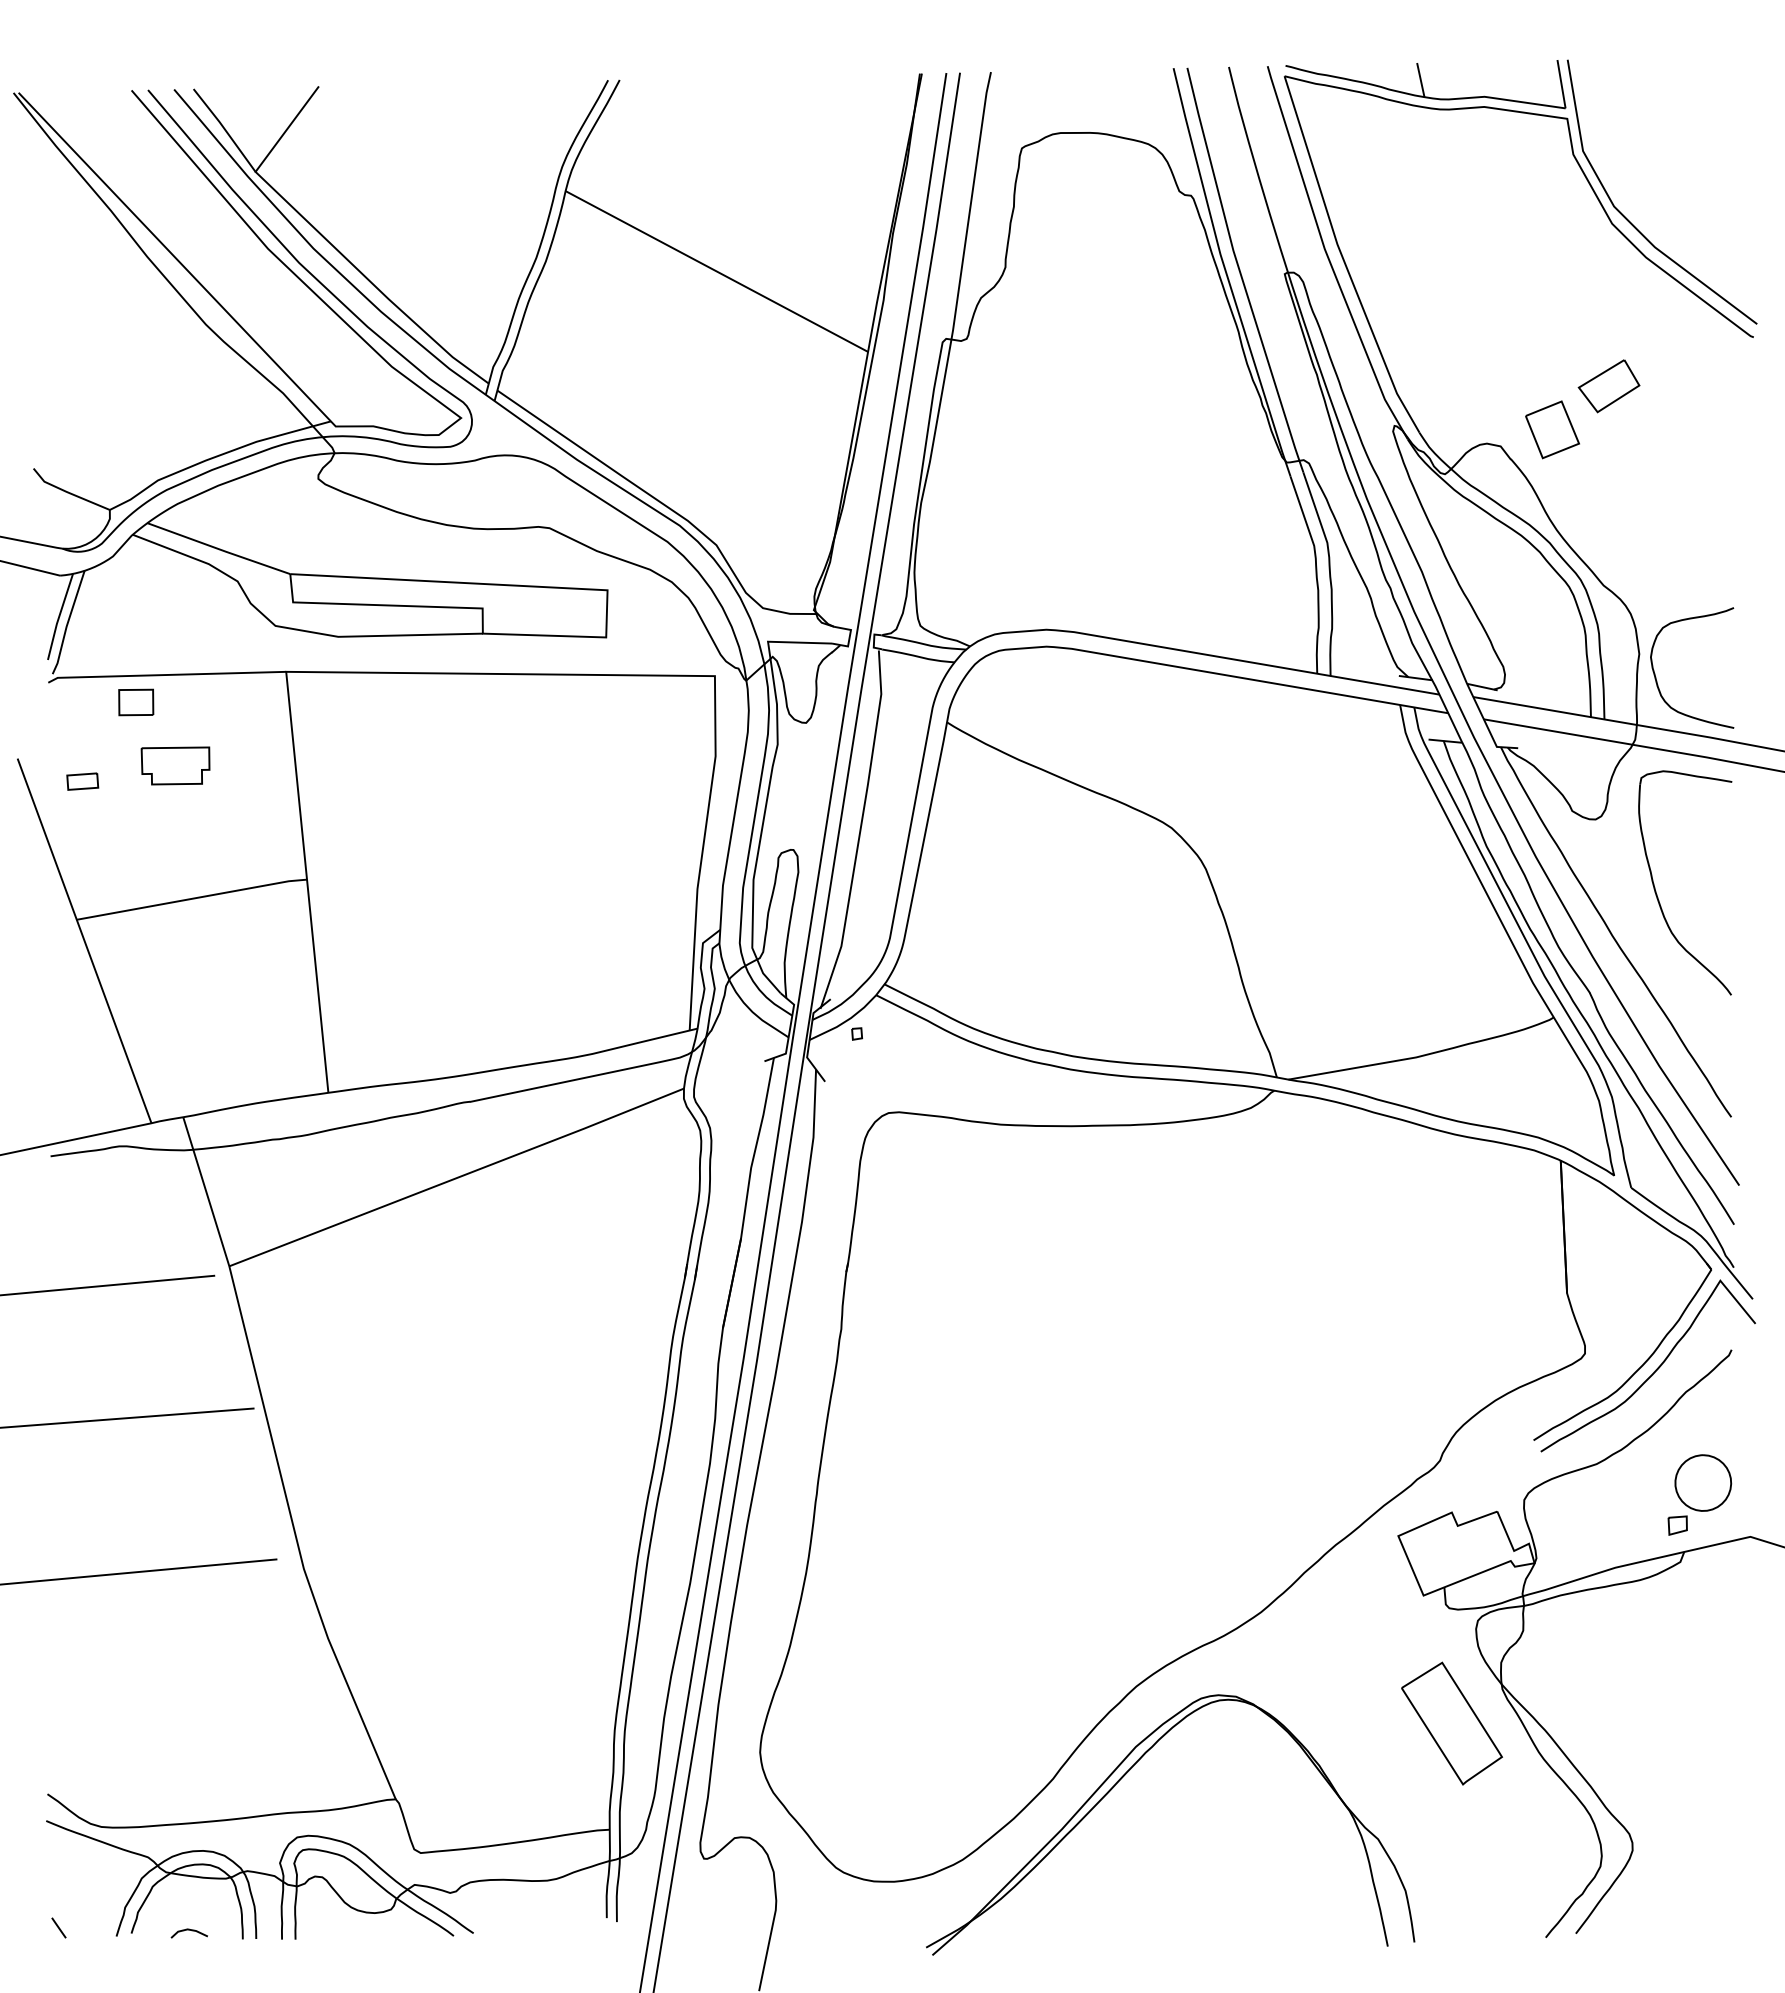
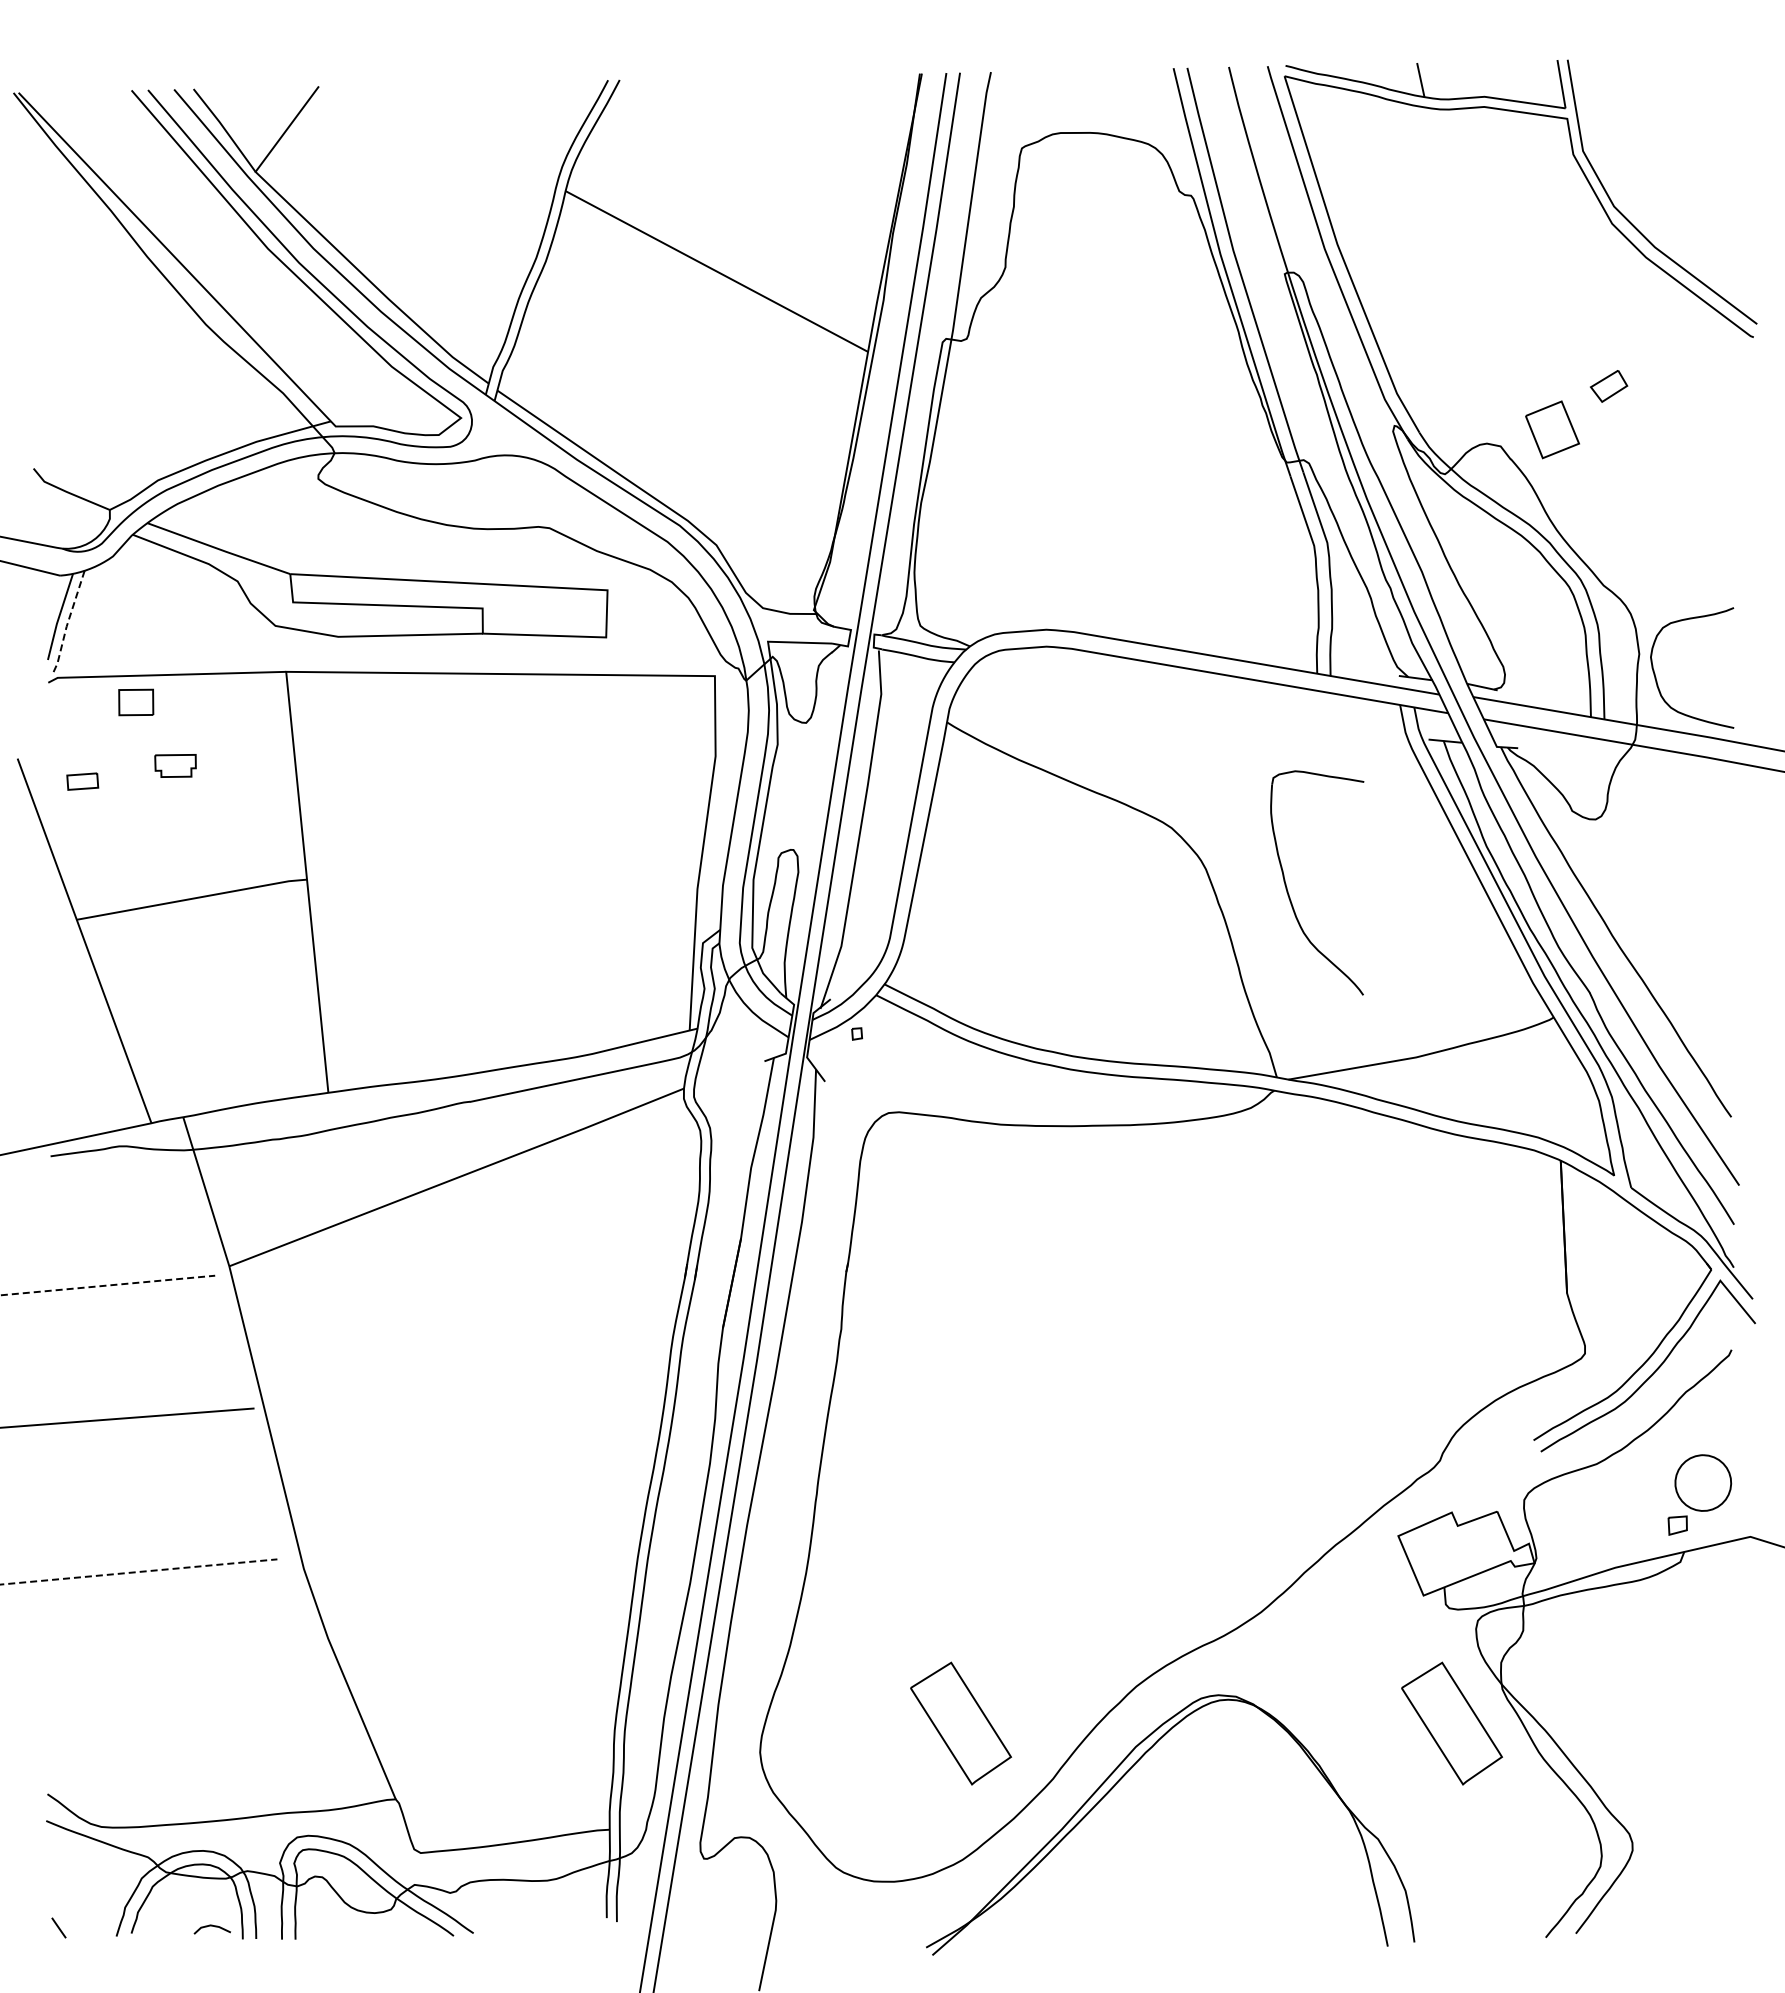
part at (1608, 386) size: 64x55 px -> 39x33 px
line at (67, 623): solid -> dashed
part at (175, 765) size: 71x40 px -> 43x24 px
part at (1656, 891) position: (1656, 891) -> (1288, 891)
line at (107, 1285): solid -> dashed
line at (139, 1571): solid -> dashed
part at (960, 1723): none -> present
line at (188, 1930) position: (188, 1930) -> (211, 1926)
